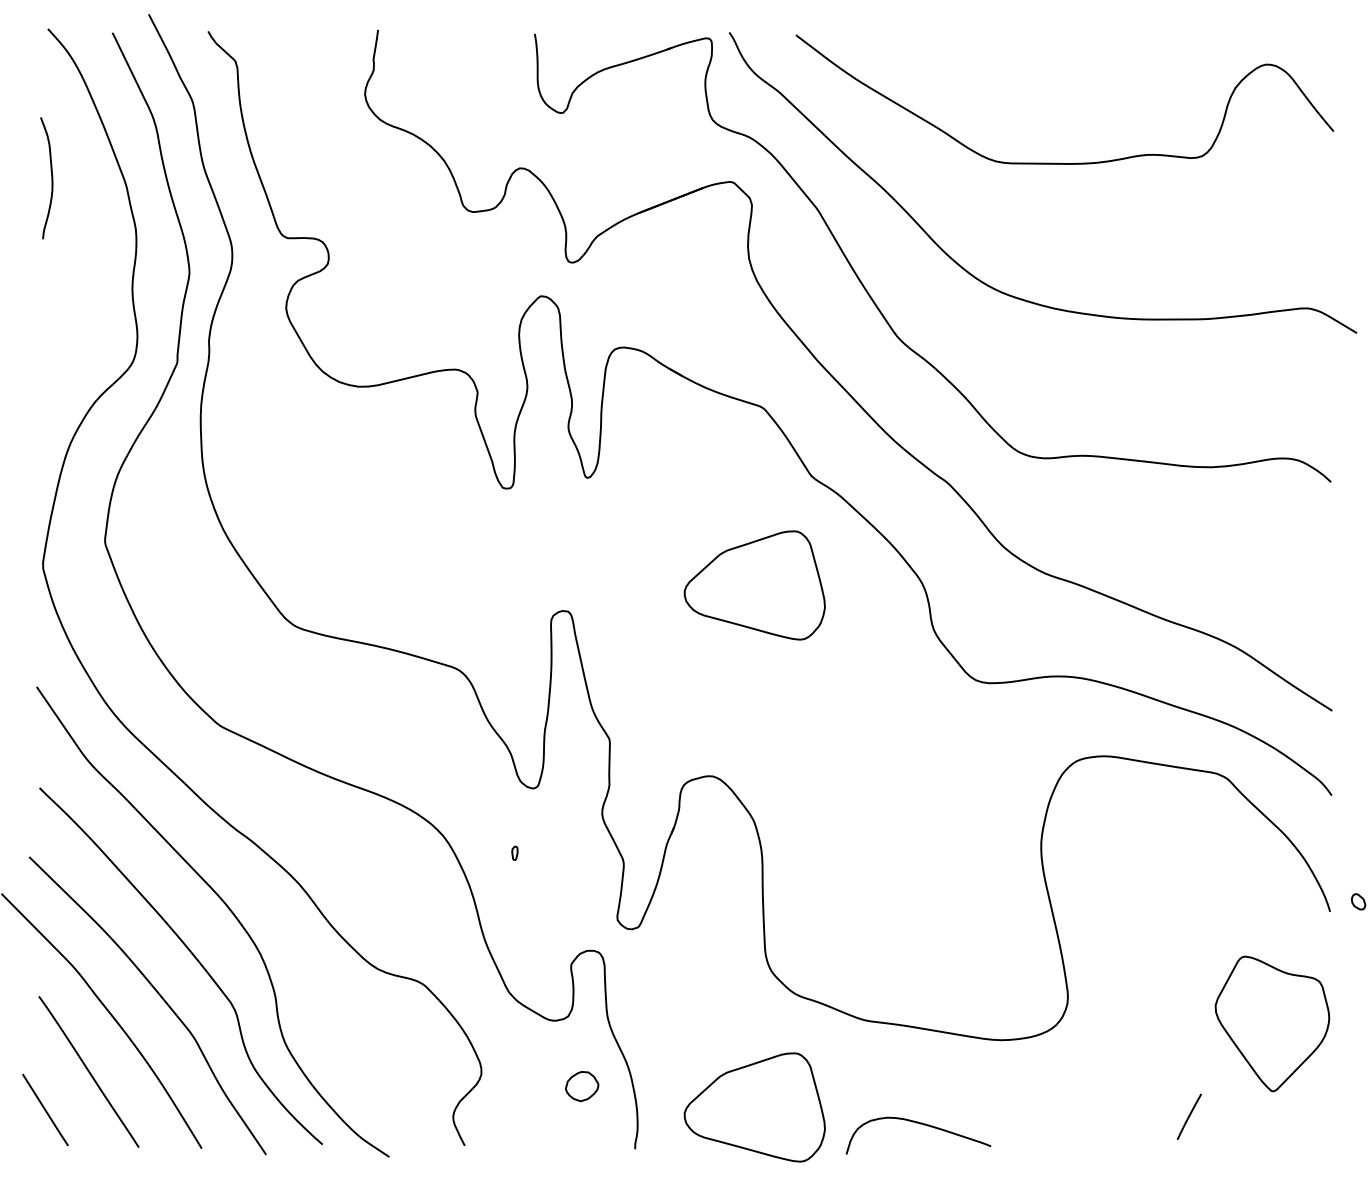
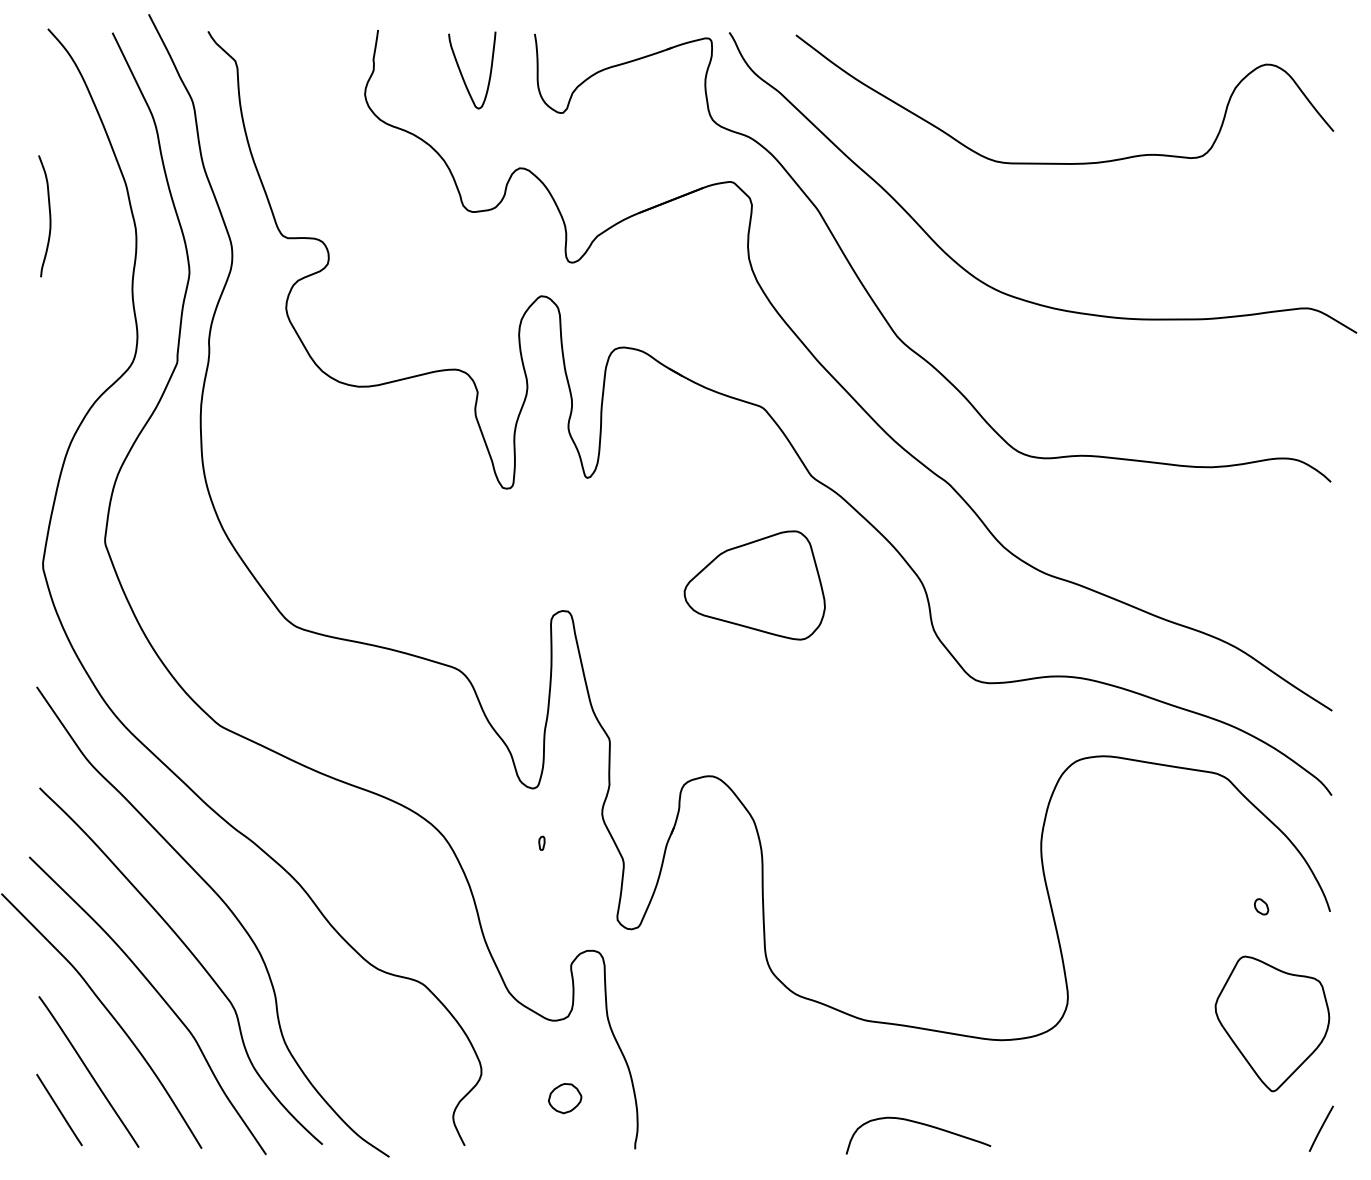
curve at (462, 74): none -> present
curve at (51, 178) position: (51, 178) -> (49, 216)
part at (514, 852) position: (514, 852) -> (541, 842)
part at (1358, 901) position: (1358, 901) -> (1261, 906)
part at (582, 1086) position: (582, 1086) -> (565, 1098)
part at (754, 1107): present -> none
line at (45, 1109) position: (45, 1109) -> (59, 1109)
line at (1188, 1116) position: (1188, 1116) -> (1320, 1128)
